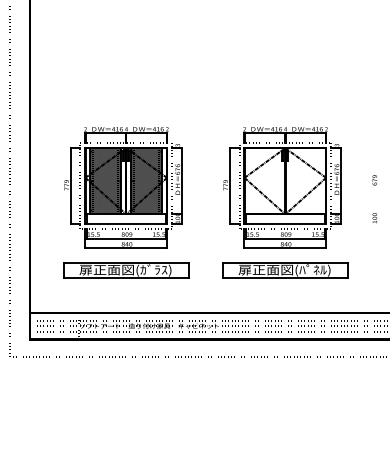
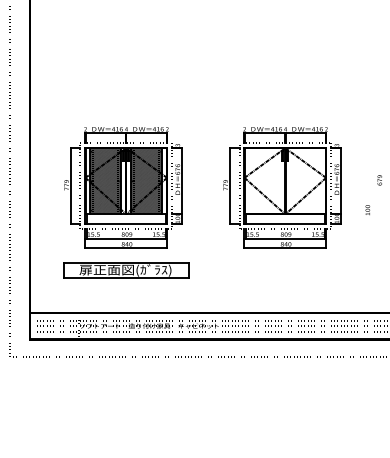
text at (374, 180) position: (374, 180) -> (379, 180)
text at (374, 218) position: (374, 218) -> (367, 210)
part at (285, 270): present -> none
